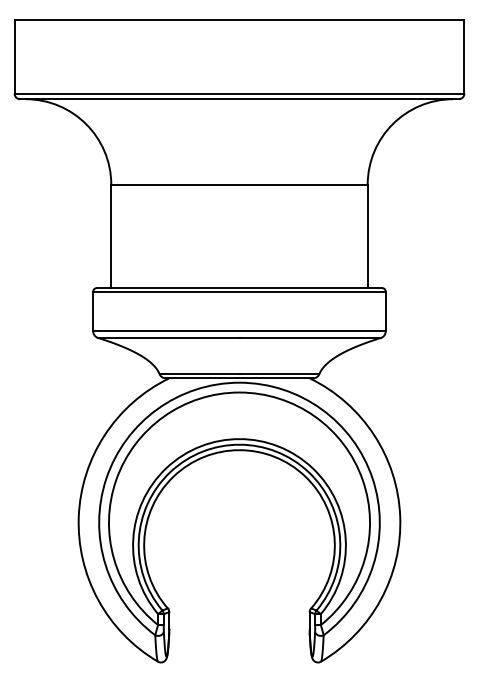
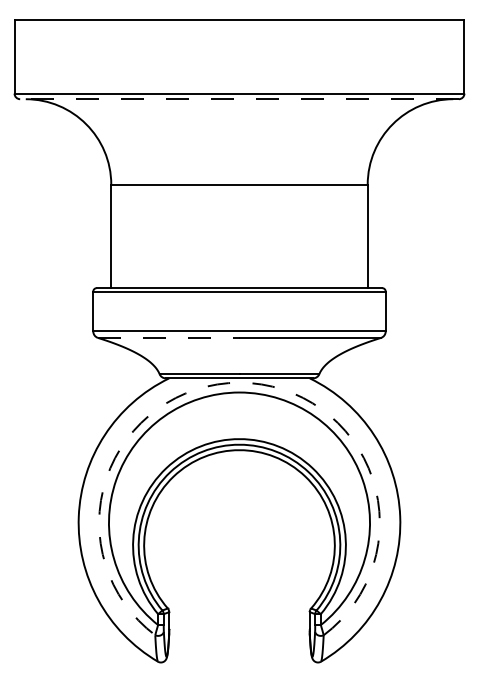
line at (239, 99): solid -> dashed
line at (168, 337): solid -> dashed
arc at (239, 382): solid -> dashed
